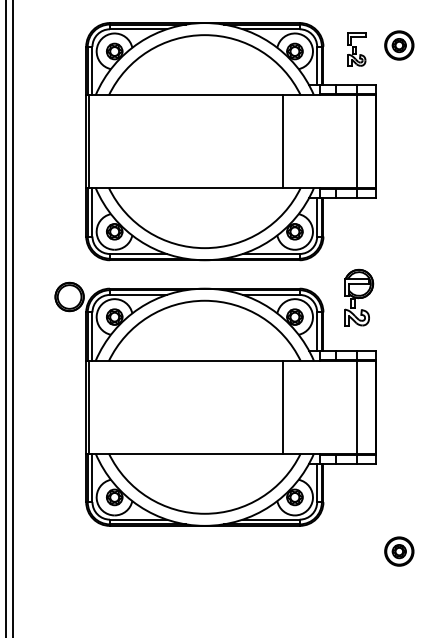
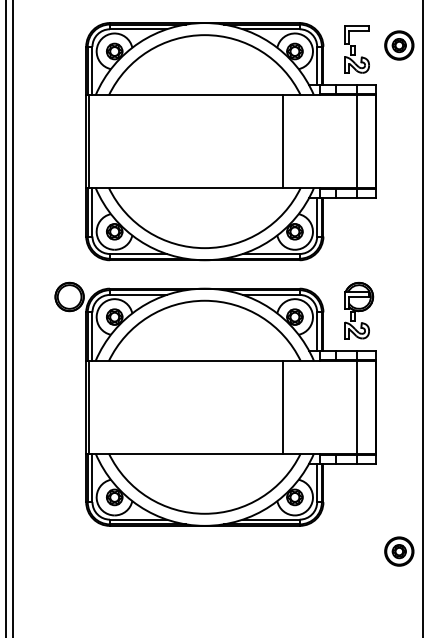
part at (356, 49) size: 20x35 px -> 26x49 px
part at (359, 297) position: (359, 297) -> (359, 310)
line at (423, 318): none -> present
